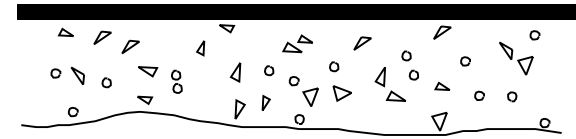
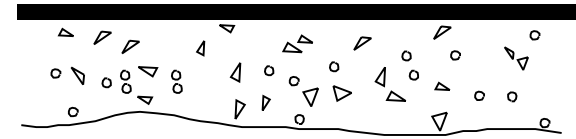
part at (516, 58) size: 35x35 px -> 25x25 px
curve at (467, 63) position: (467, 63) -> (457, 57)
part at (125, 81): none -> present
